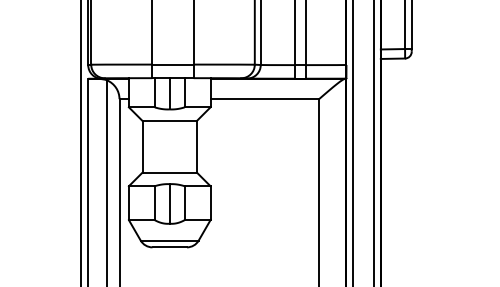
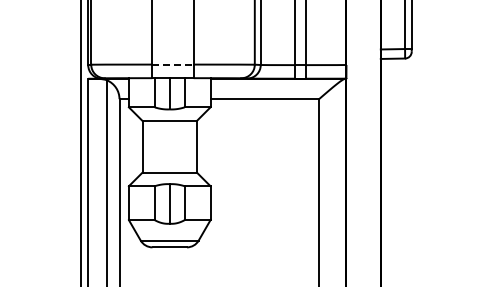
line at (173, 64): solid -> dashed
line at (353, 142): present -> none
line at (373, 142): present -> none
